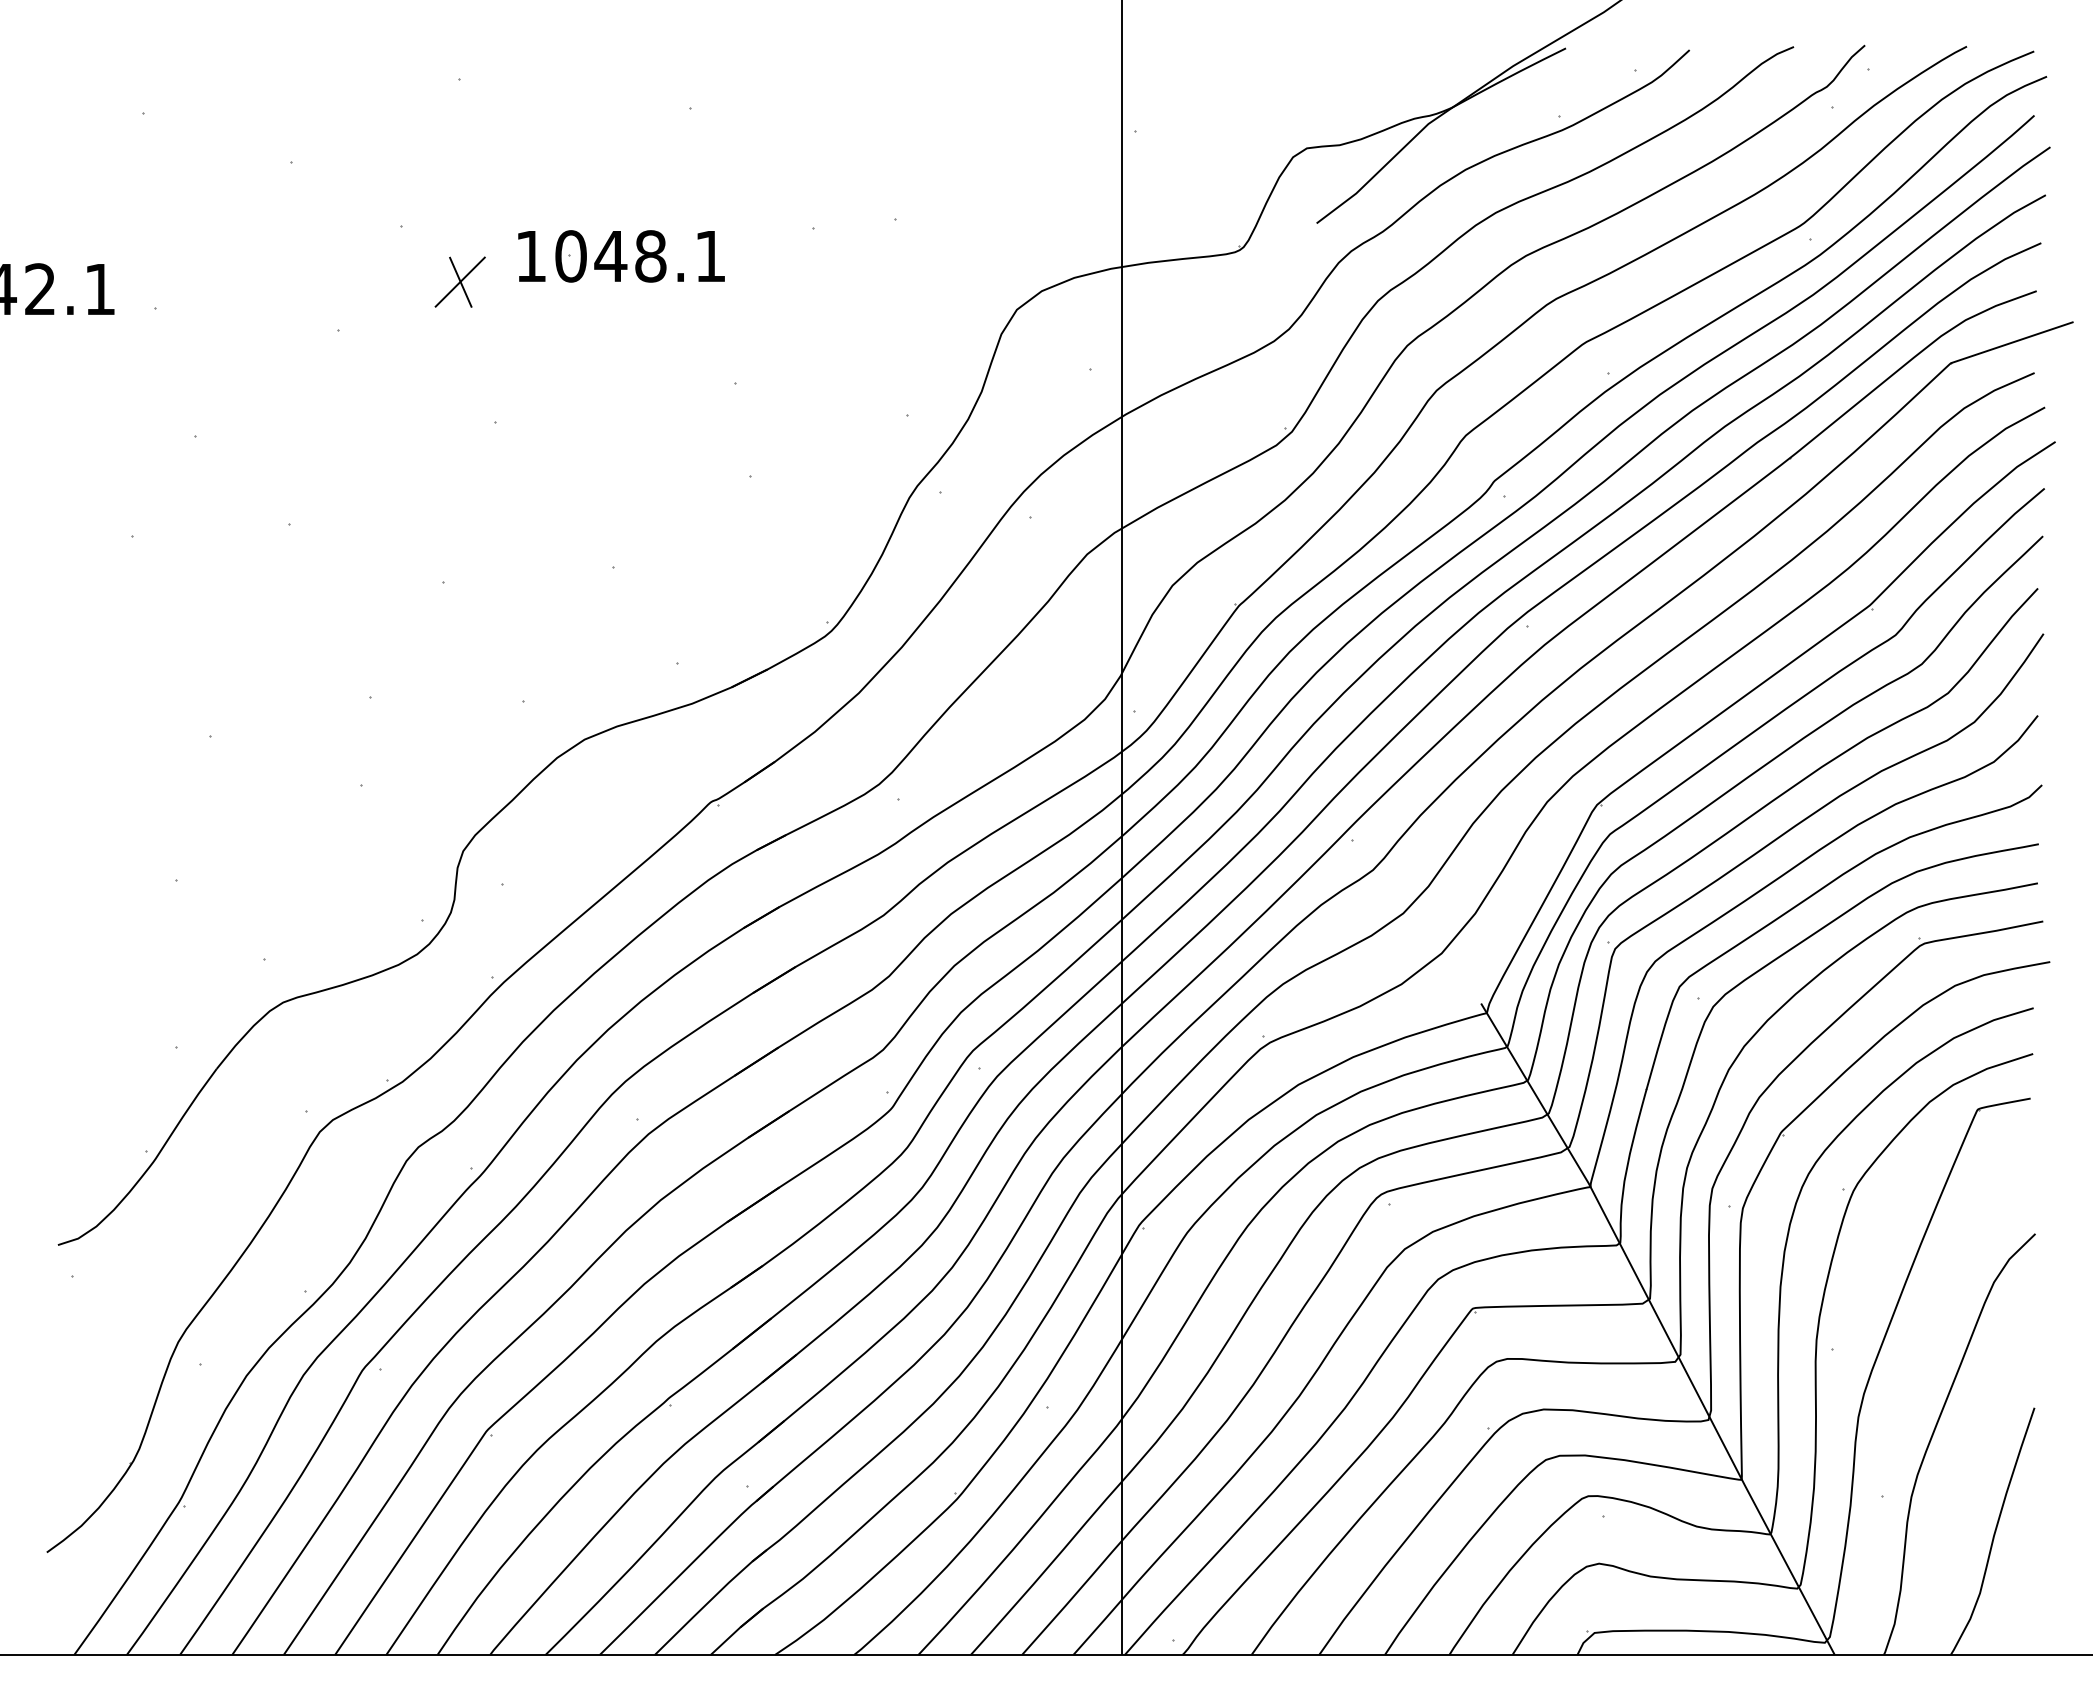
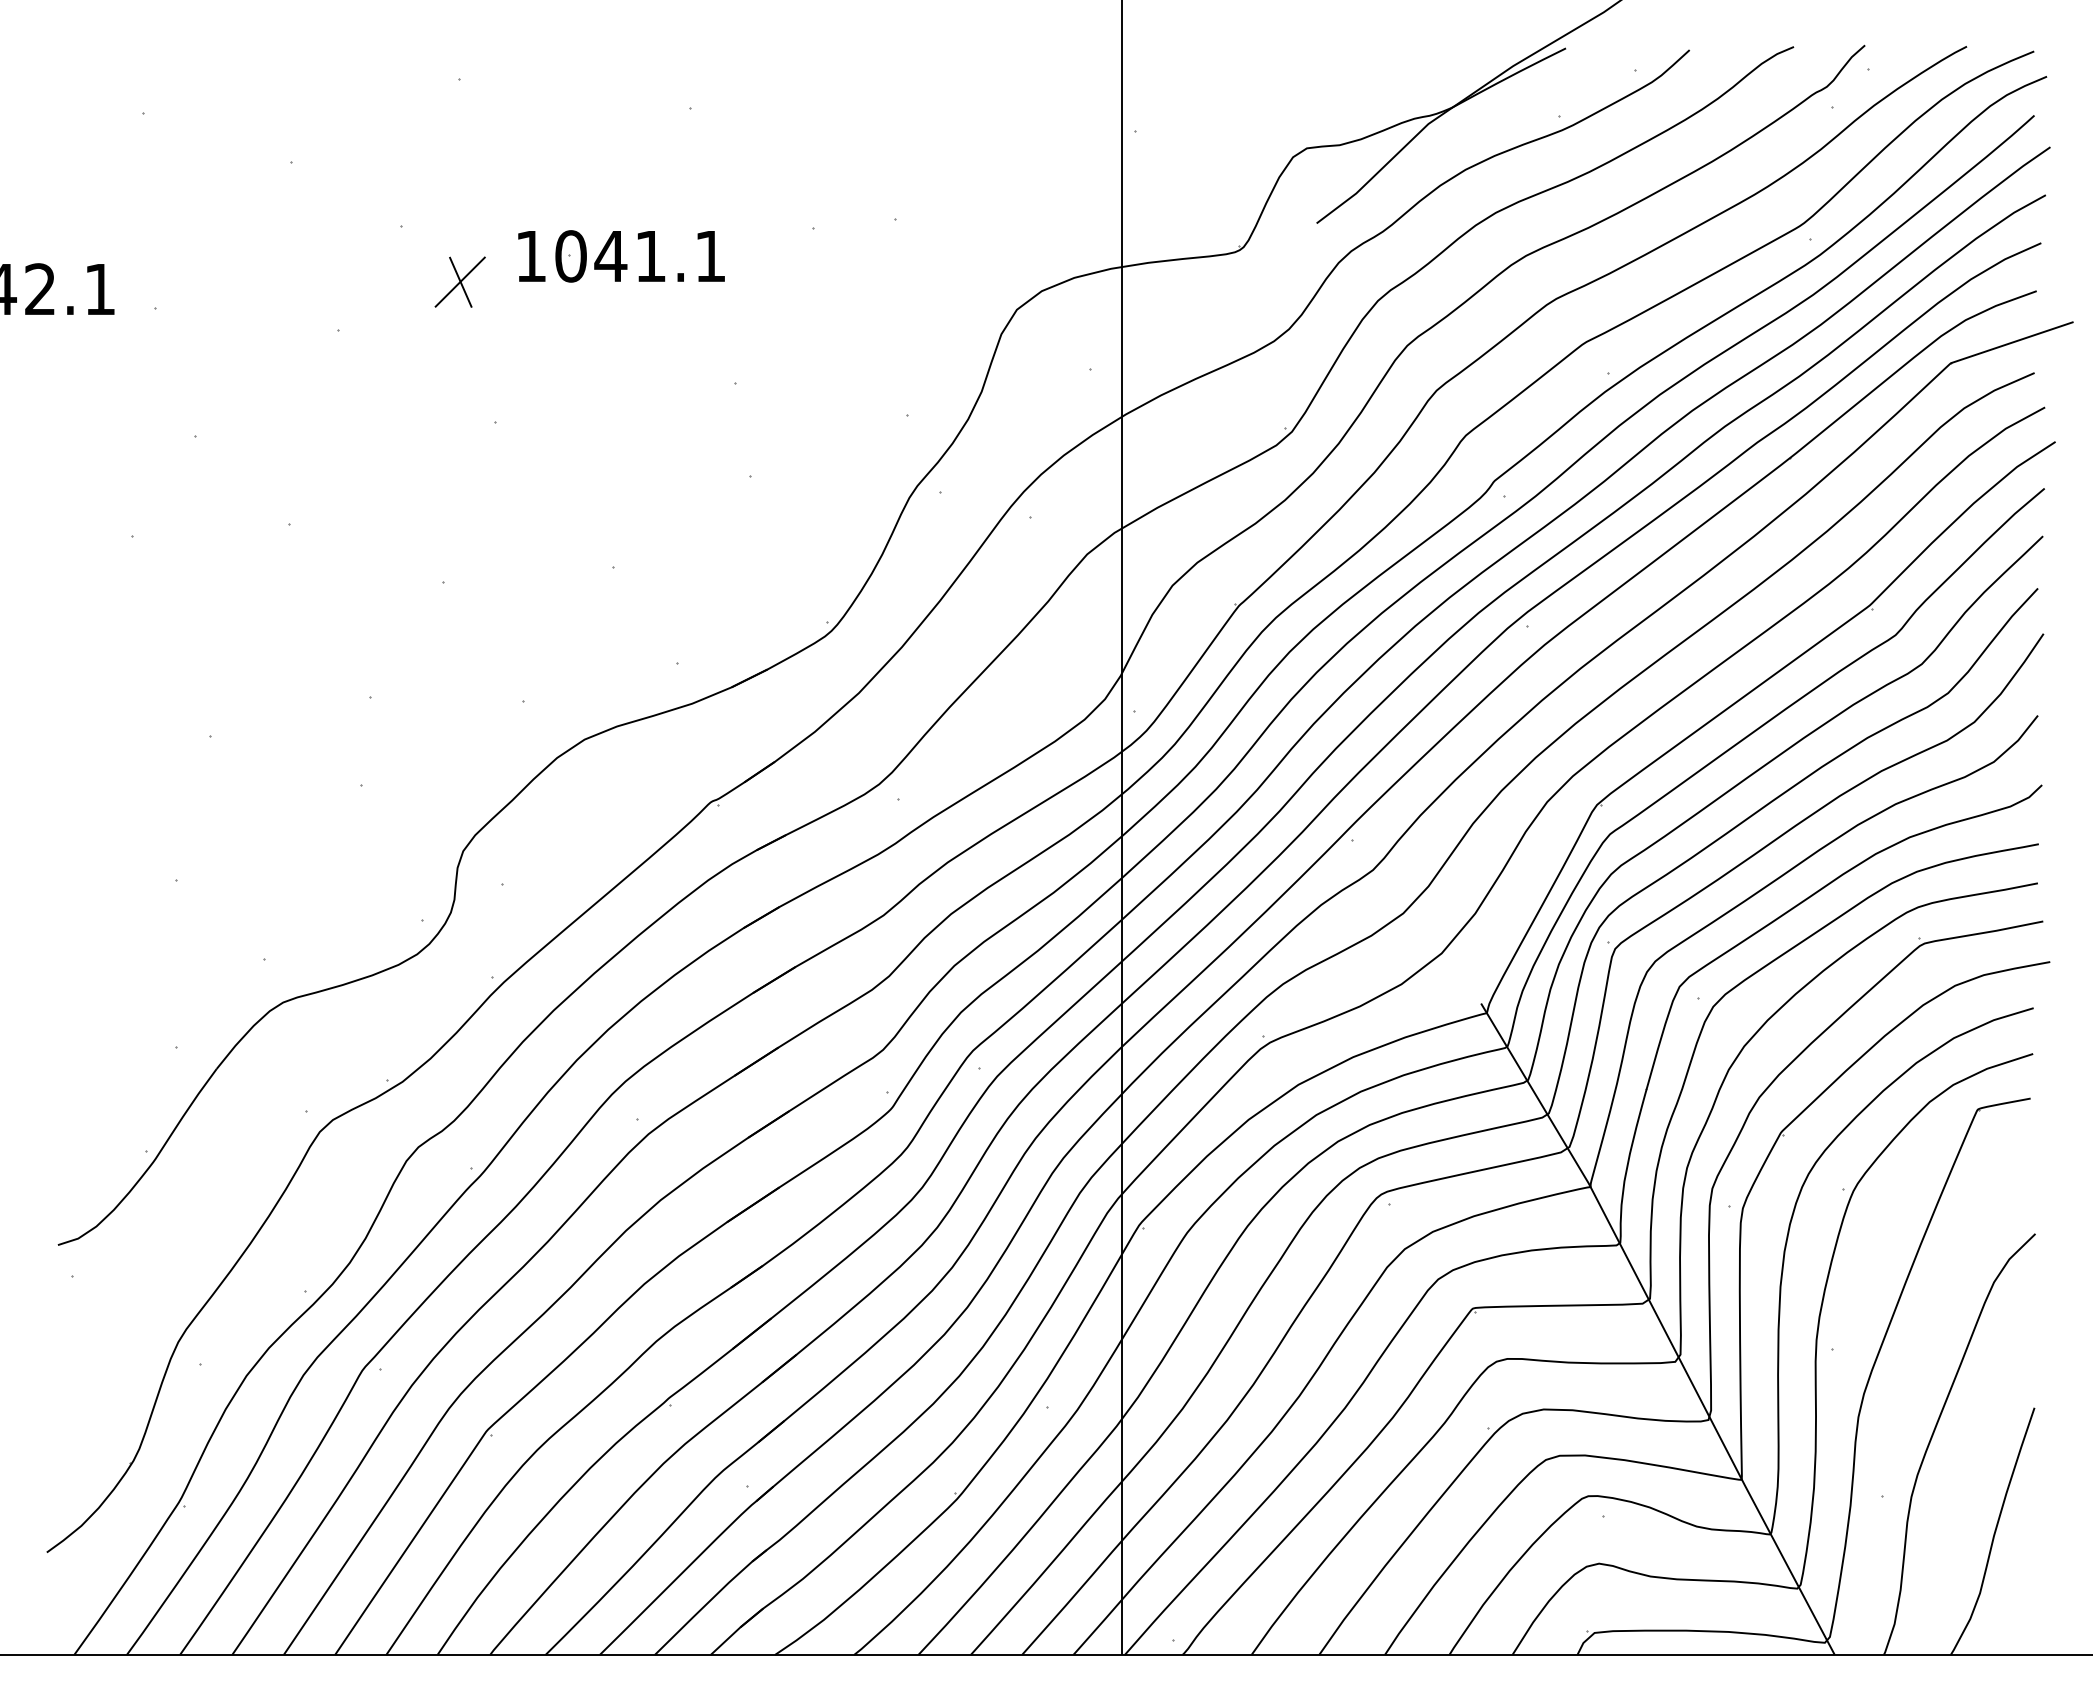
text at (650, 256): 1048.1 -> 1041.1
